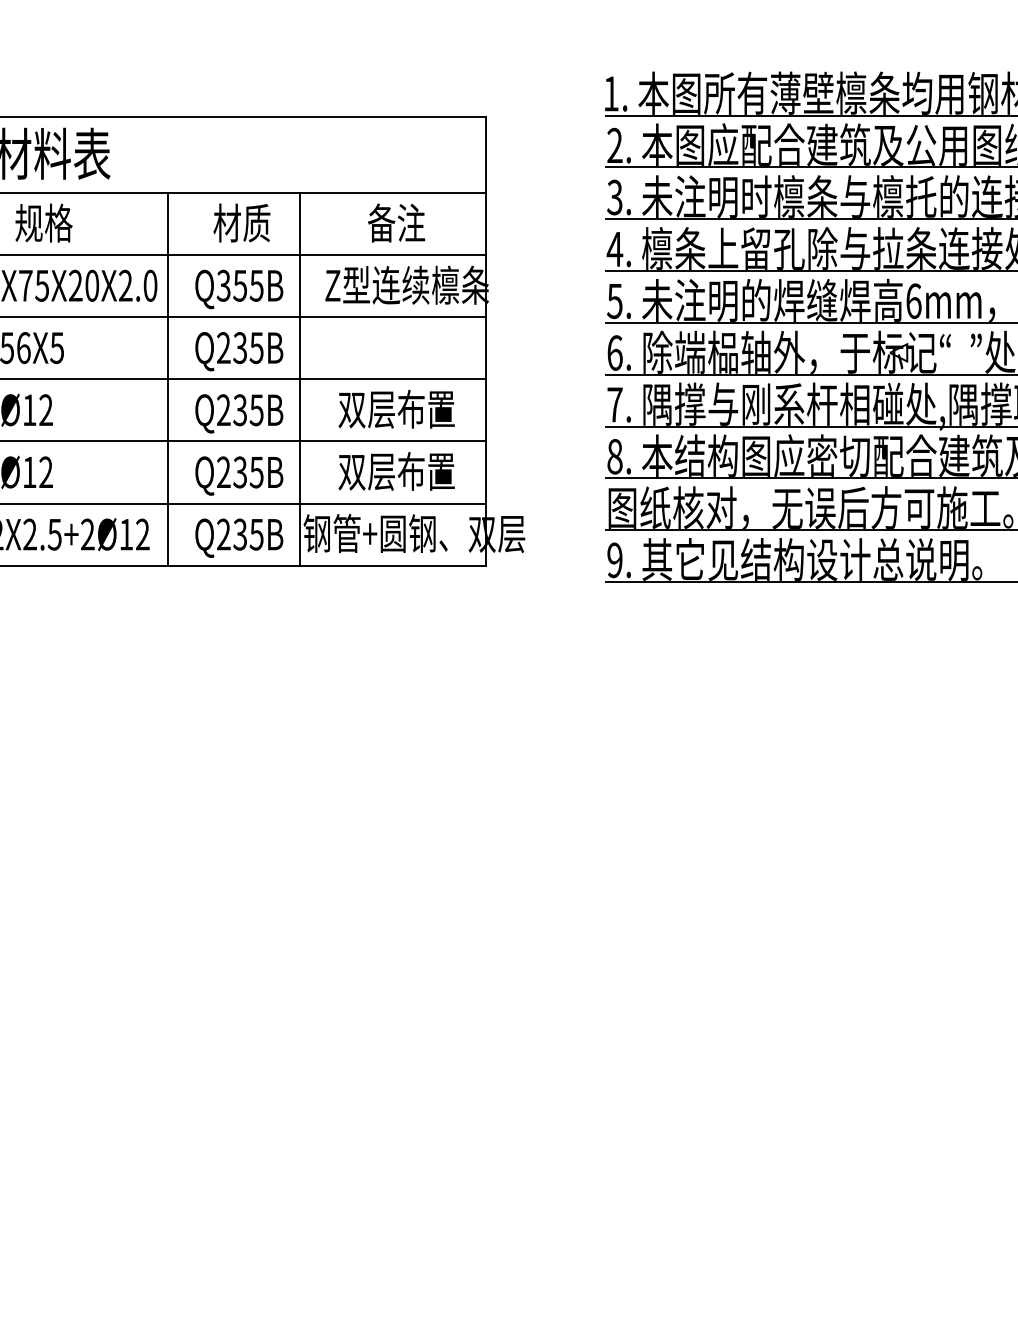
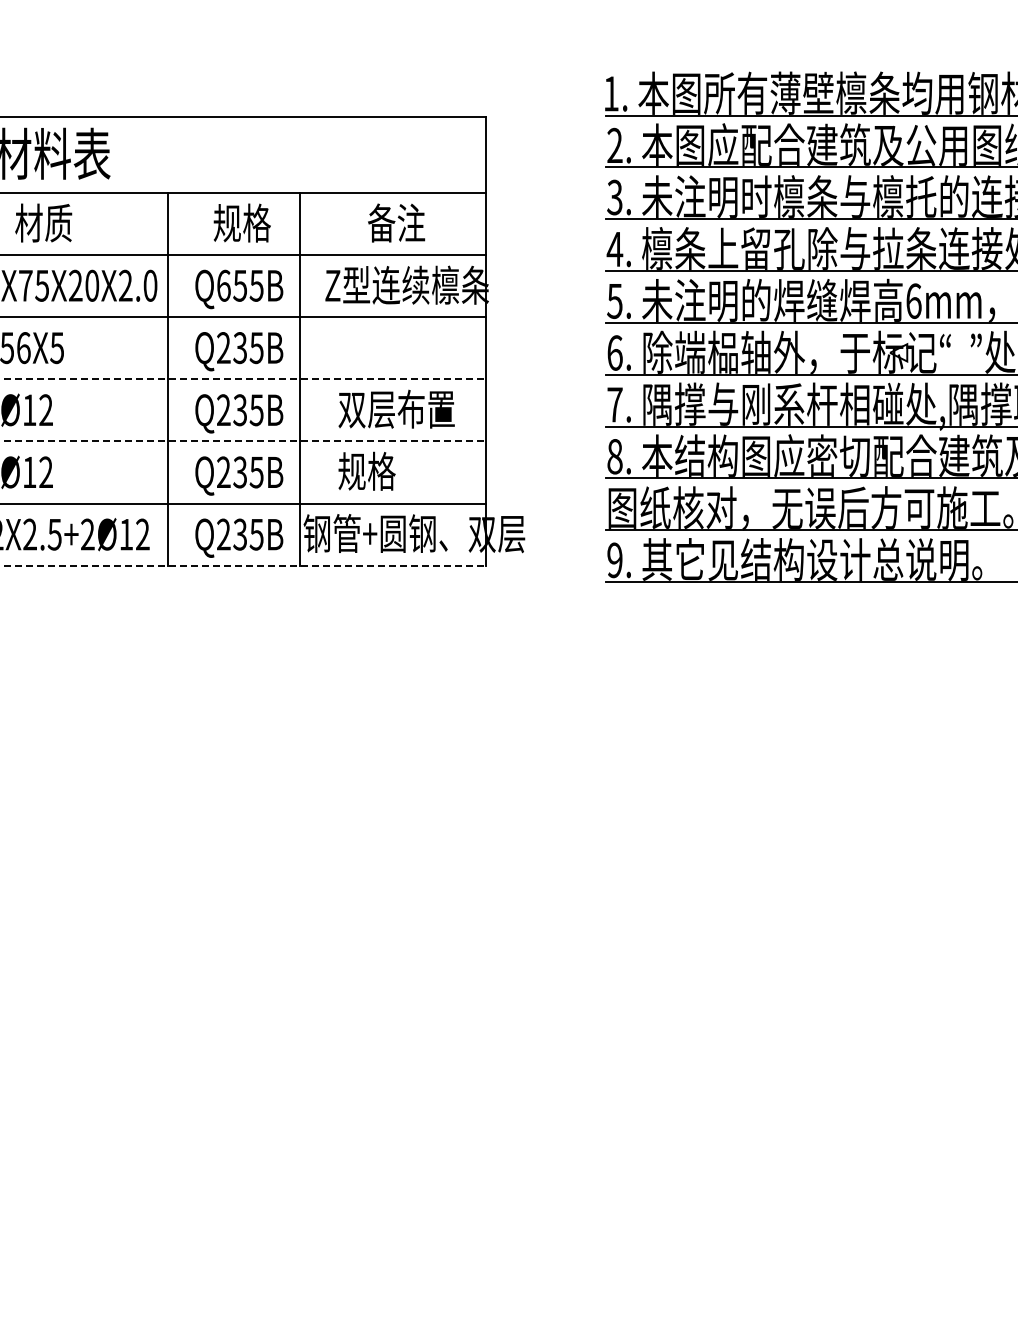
text at (43, 222): 规格 -> 材质
text at (241, 222): 材质 -> 规格
text at (223, 285): Q355B -> Q655B
line at (243, 379): solid -> dashed
line at (243, 441): solid -> dashed
text at (396, 470): 双层布置 -> 规格
line at (243, 565): solid -> dashed
